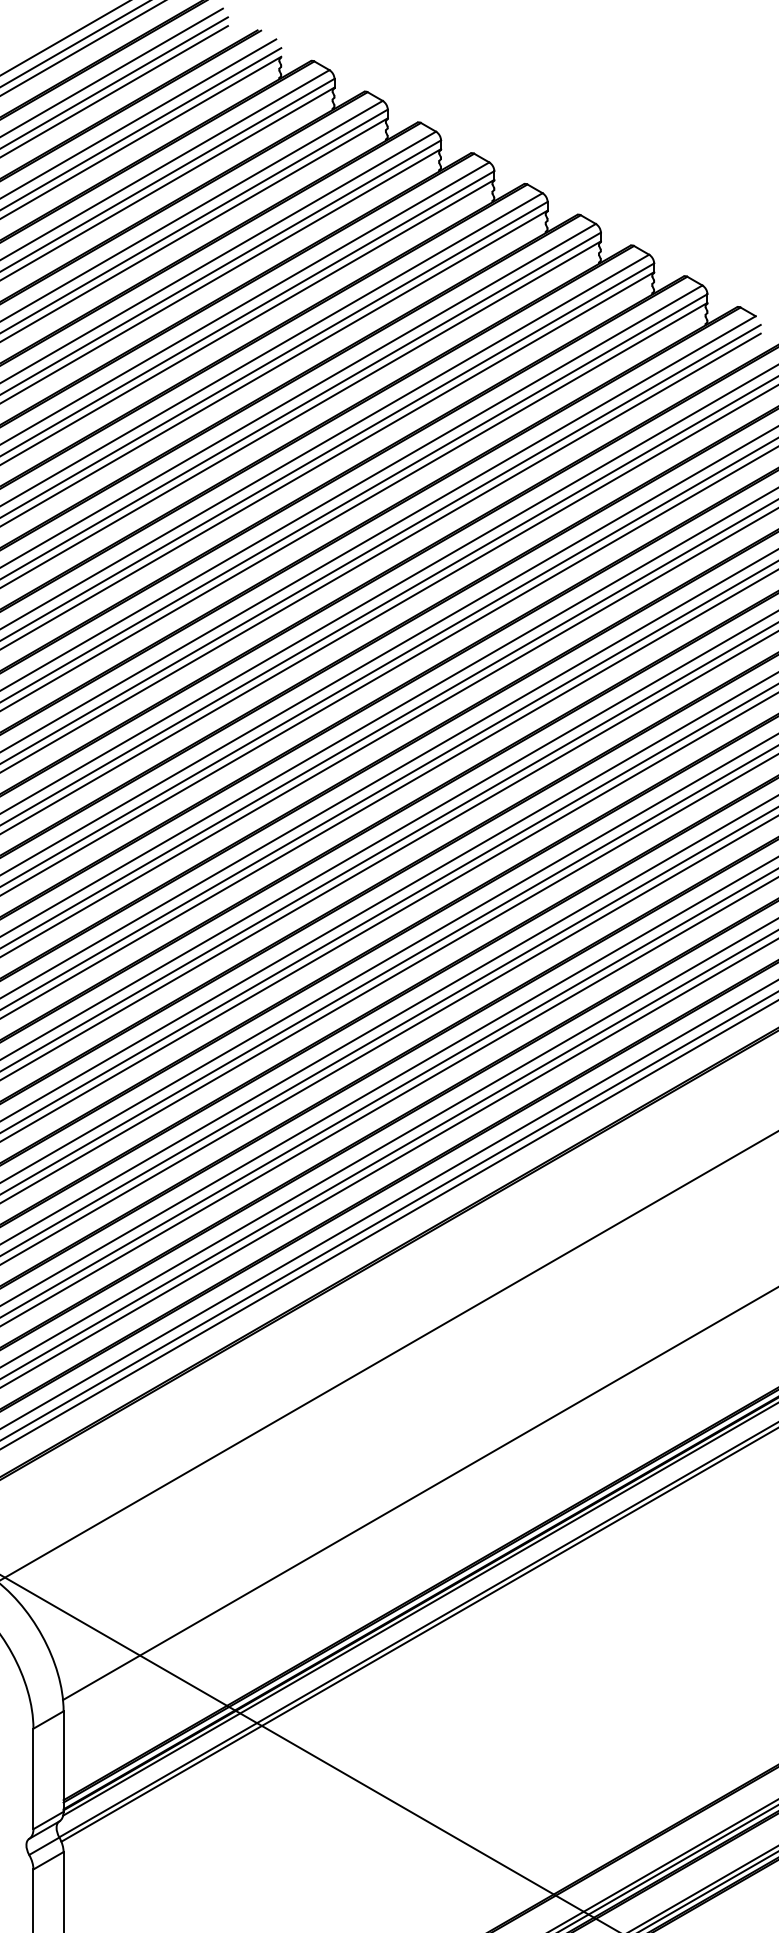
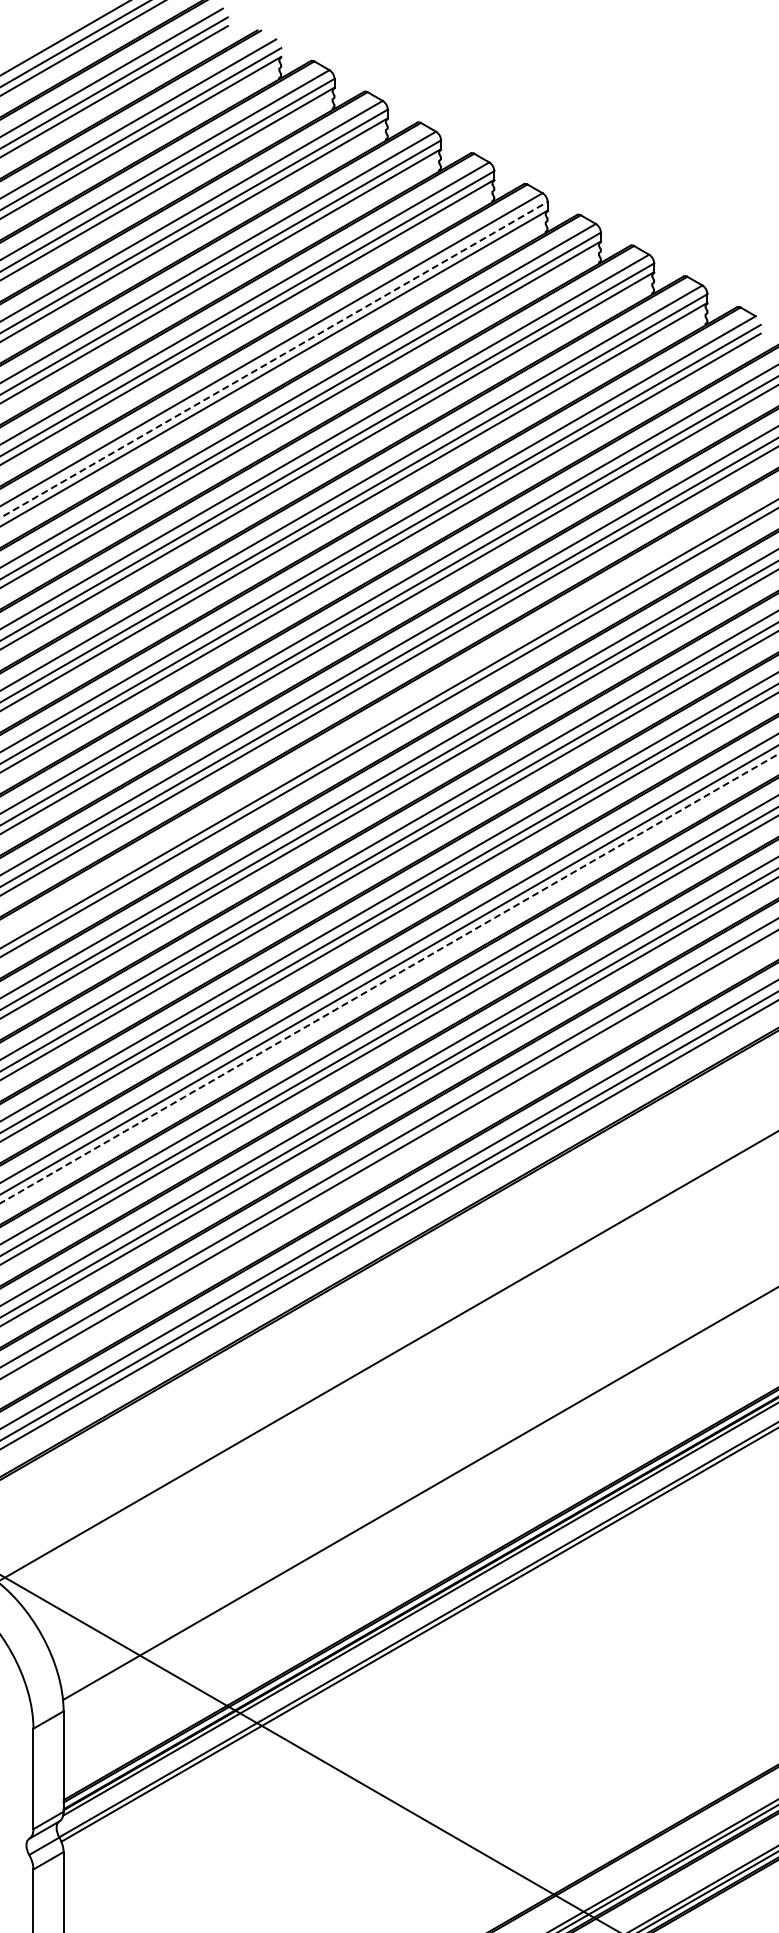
line at (274, 359): solid -> dashed
line at (388, 712): present -> none
line at (390, 978): solid -> dashed
line at (388, 1163): present -> none
